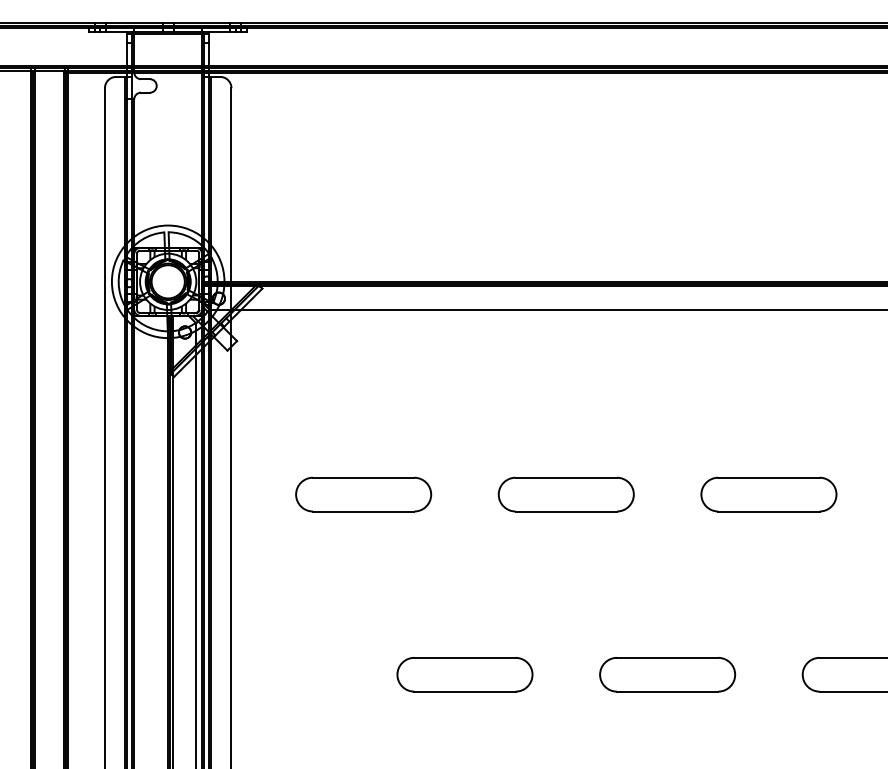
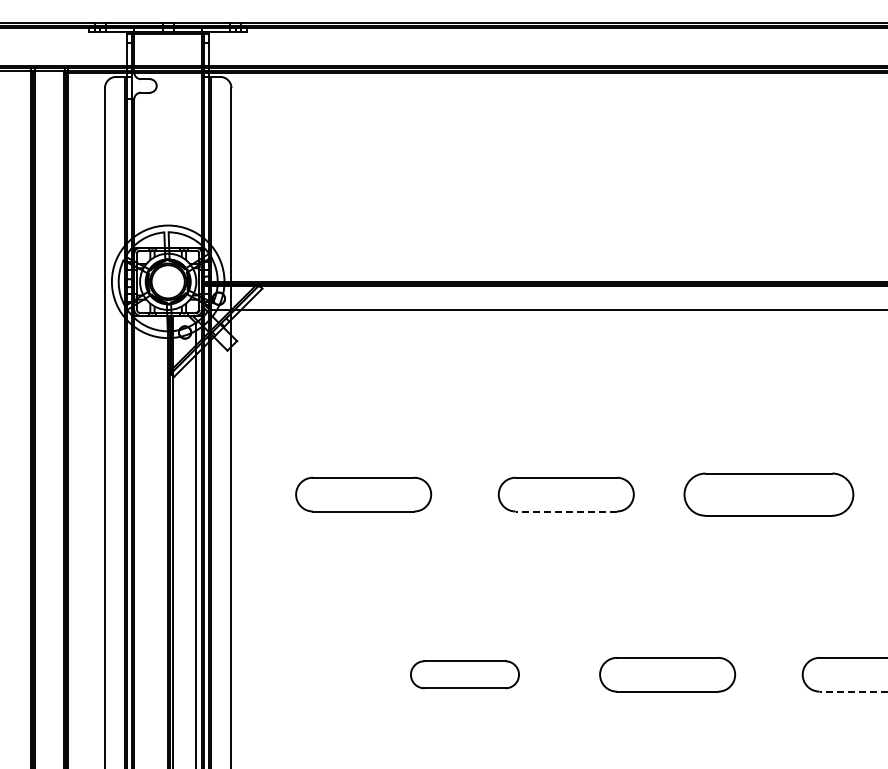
part at (768, 494) size: 138x37 px -> 172x45 px
line at (566, 511): solid -> dashed
part at (464, 674) size: 138x36 px -> 110x30 px
line at (853, 691): solid -> dashed
